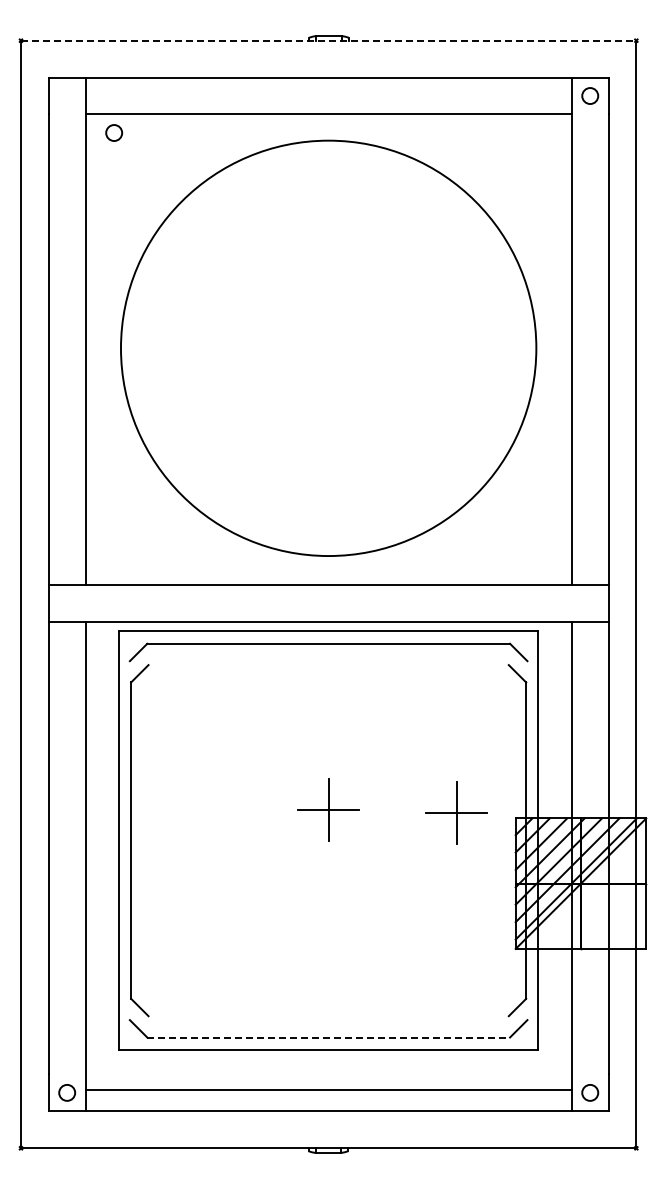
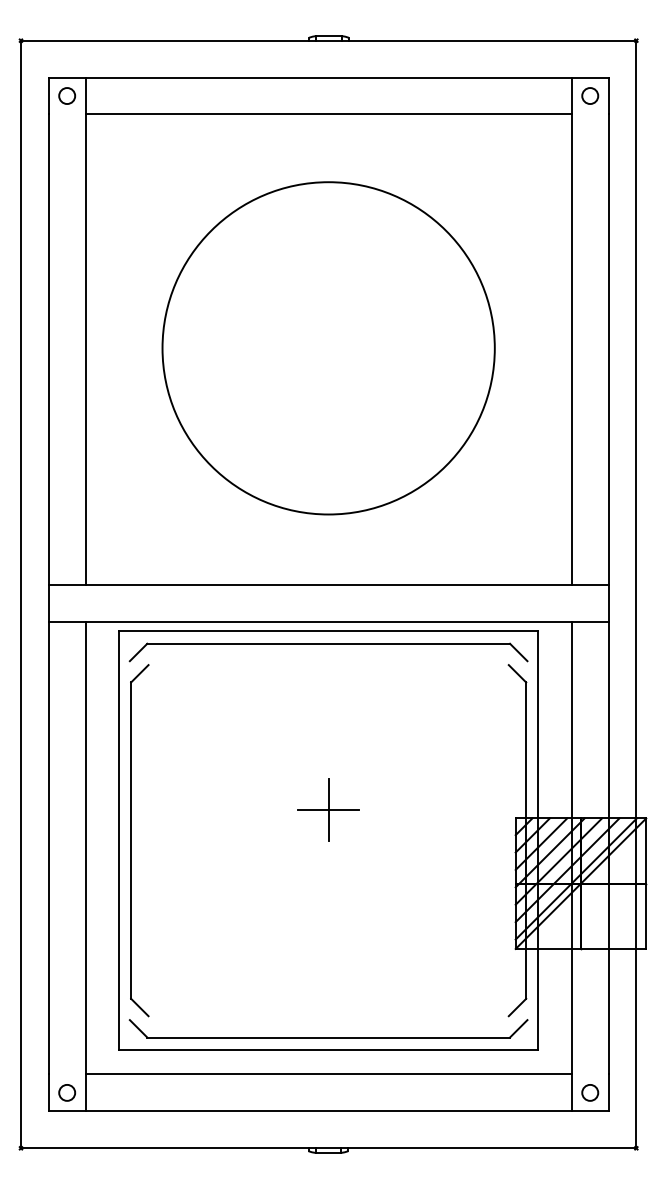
line at (328, 40): dashed -> solid
circle at (114, 132) position: (114, 132) -> (67, 95)
circle at (328, 348) diameter: 415 px -> 332 px
part at (456, 812): present -> none
line at (329, 1037): dashed -> solid
line at (328, 1090) position: (328, 1090) -> (328, 1074)
